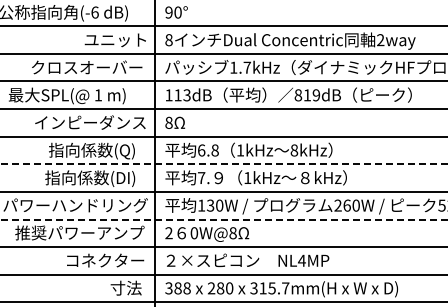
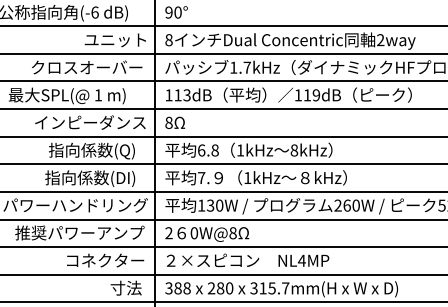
text at (298, 95): 819dB -> 119dB
line at (224, 164): dashed -> solid
line at (224, 219): dashed -> solid
